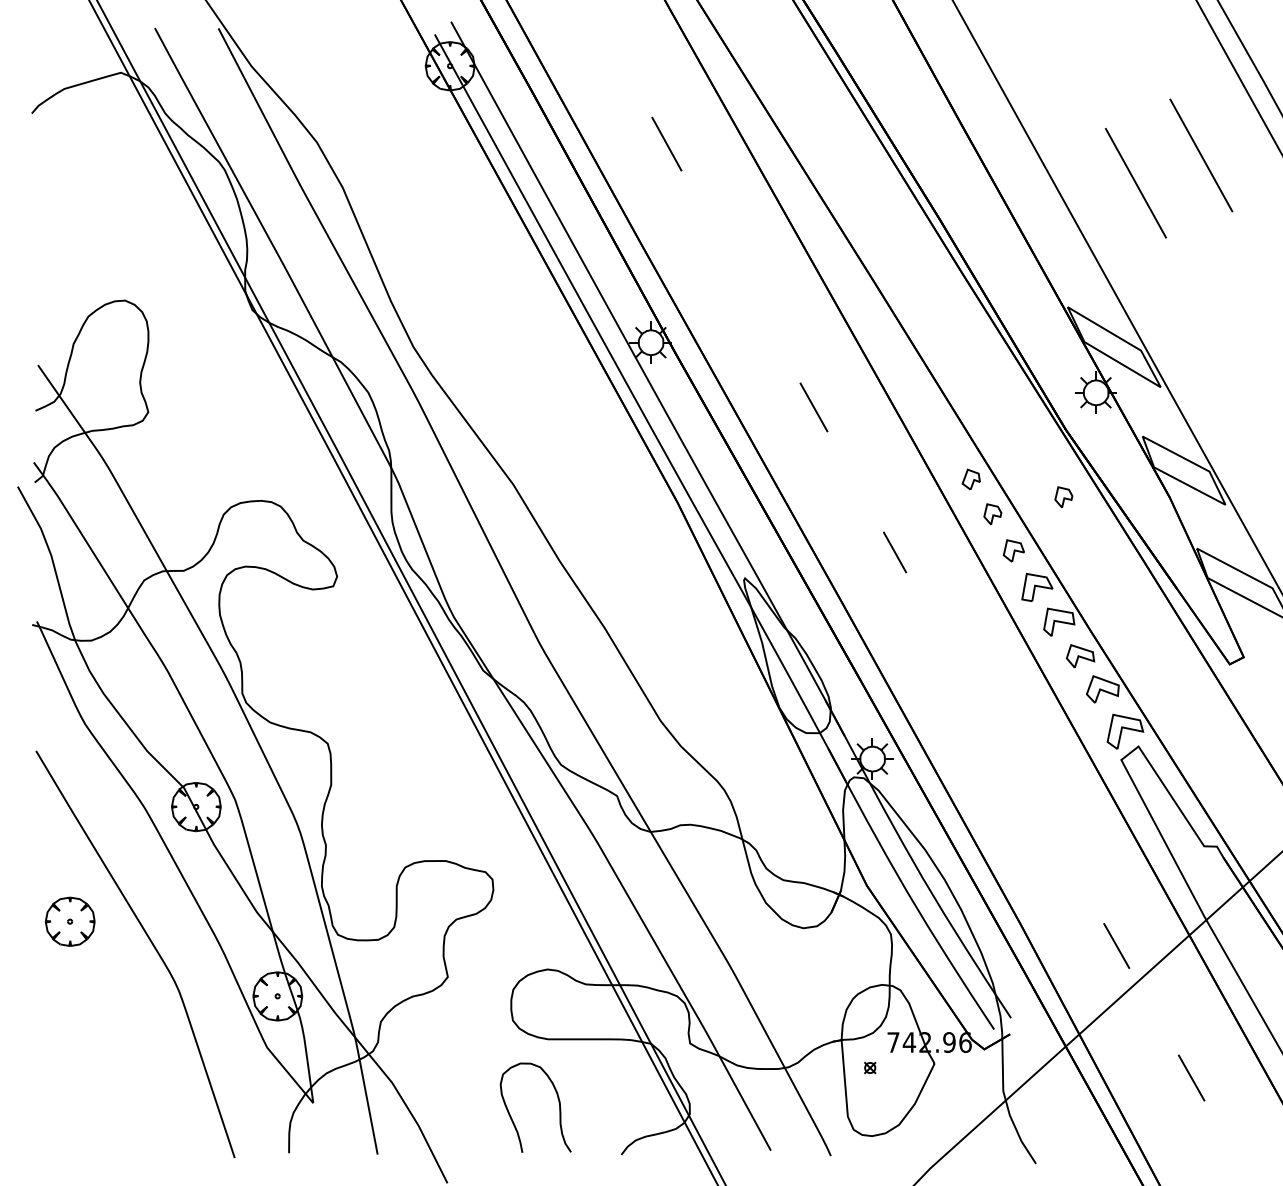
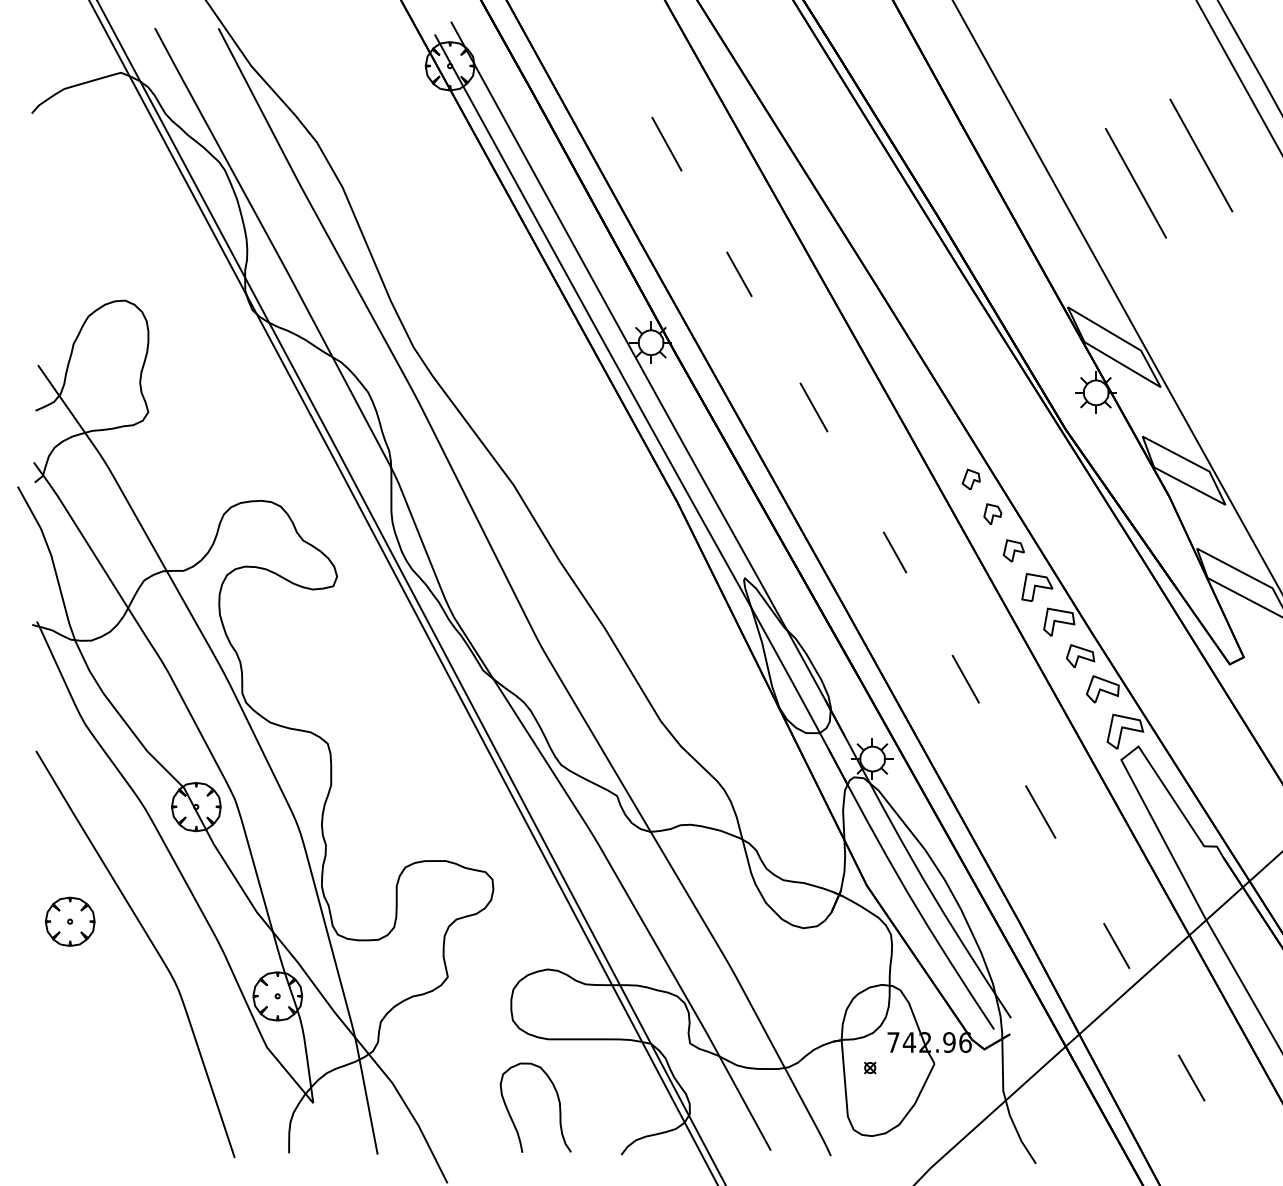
line at (739, 273): none -> present
part at (1063, 496): present -> none
line at (965, 678): none -> present
line at (1040, 811): none -> present
